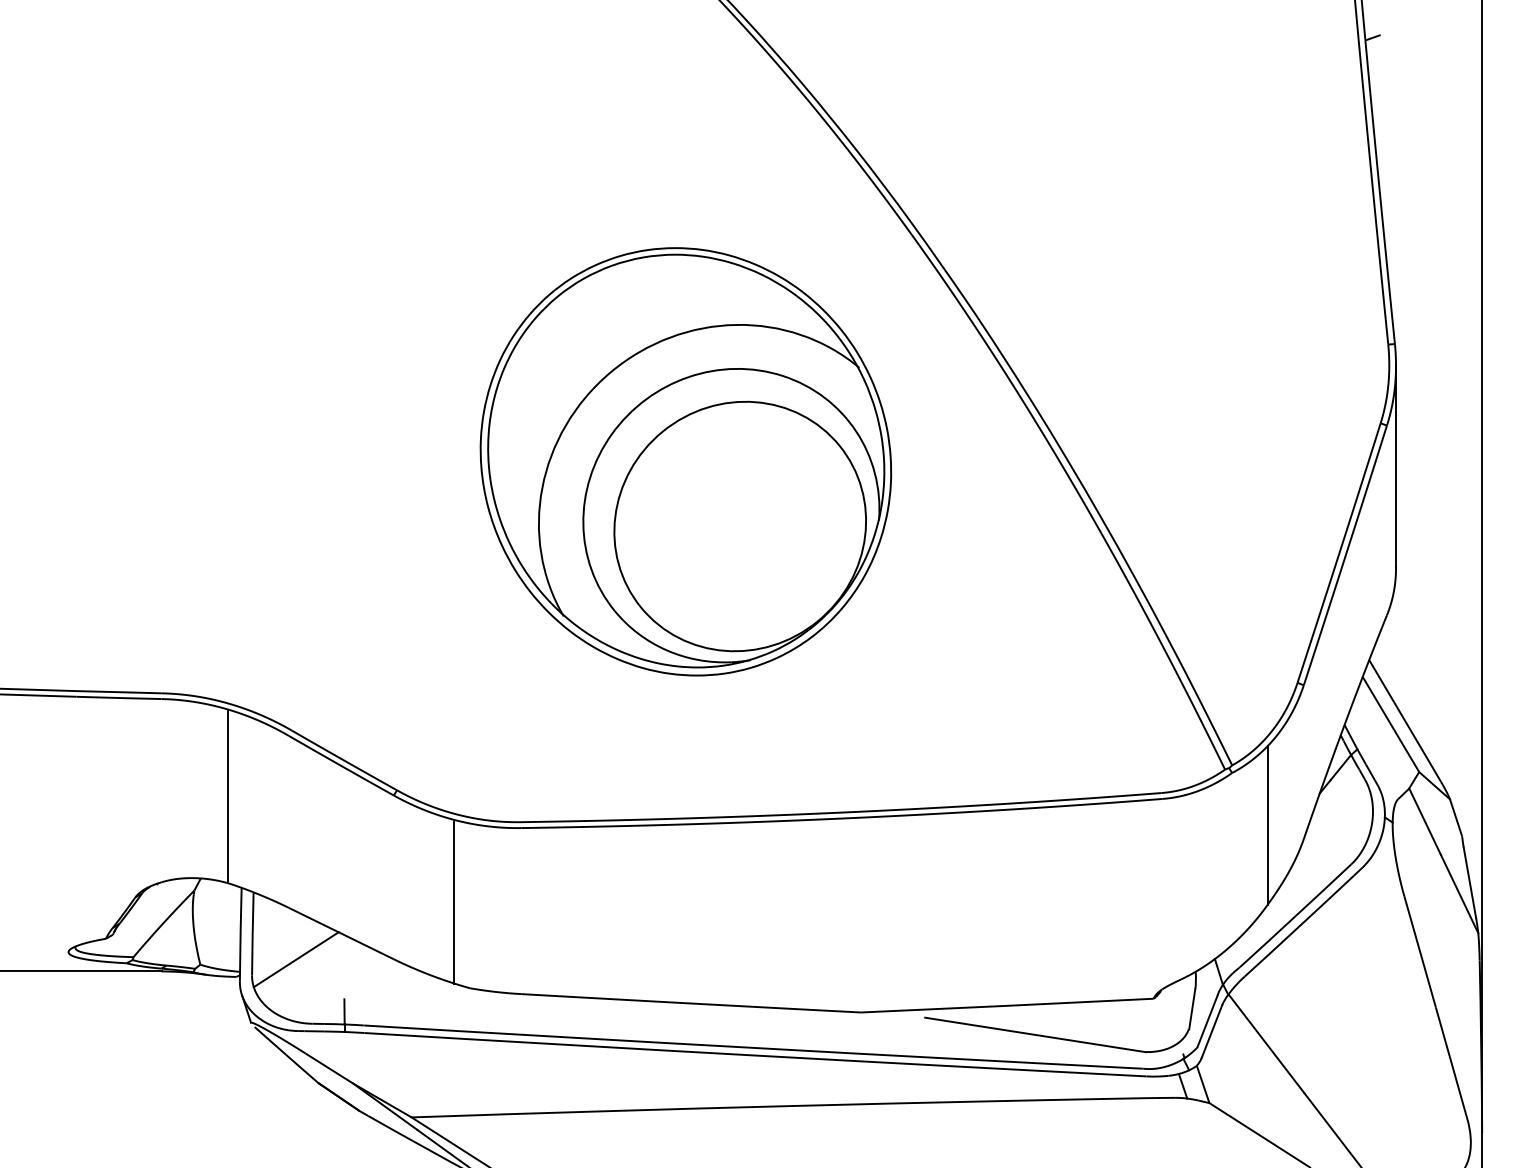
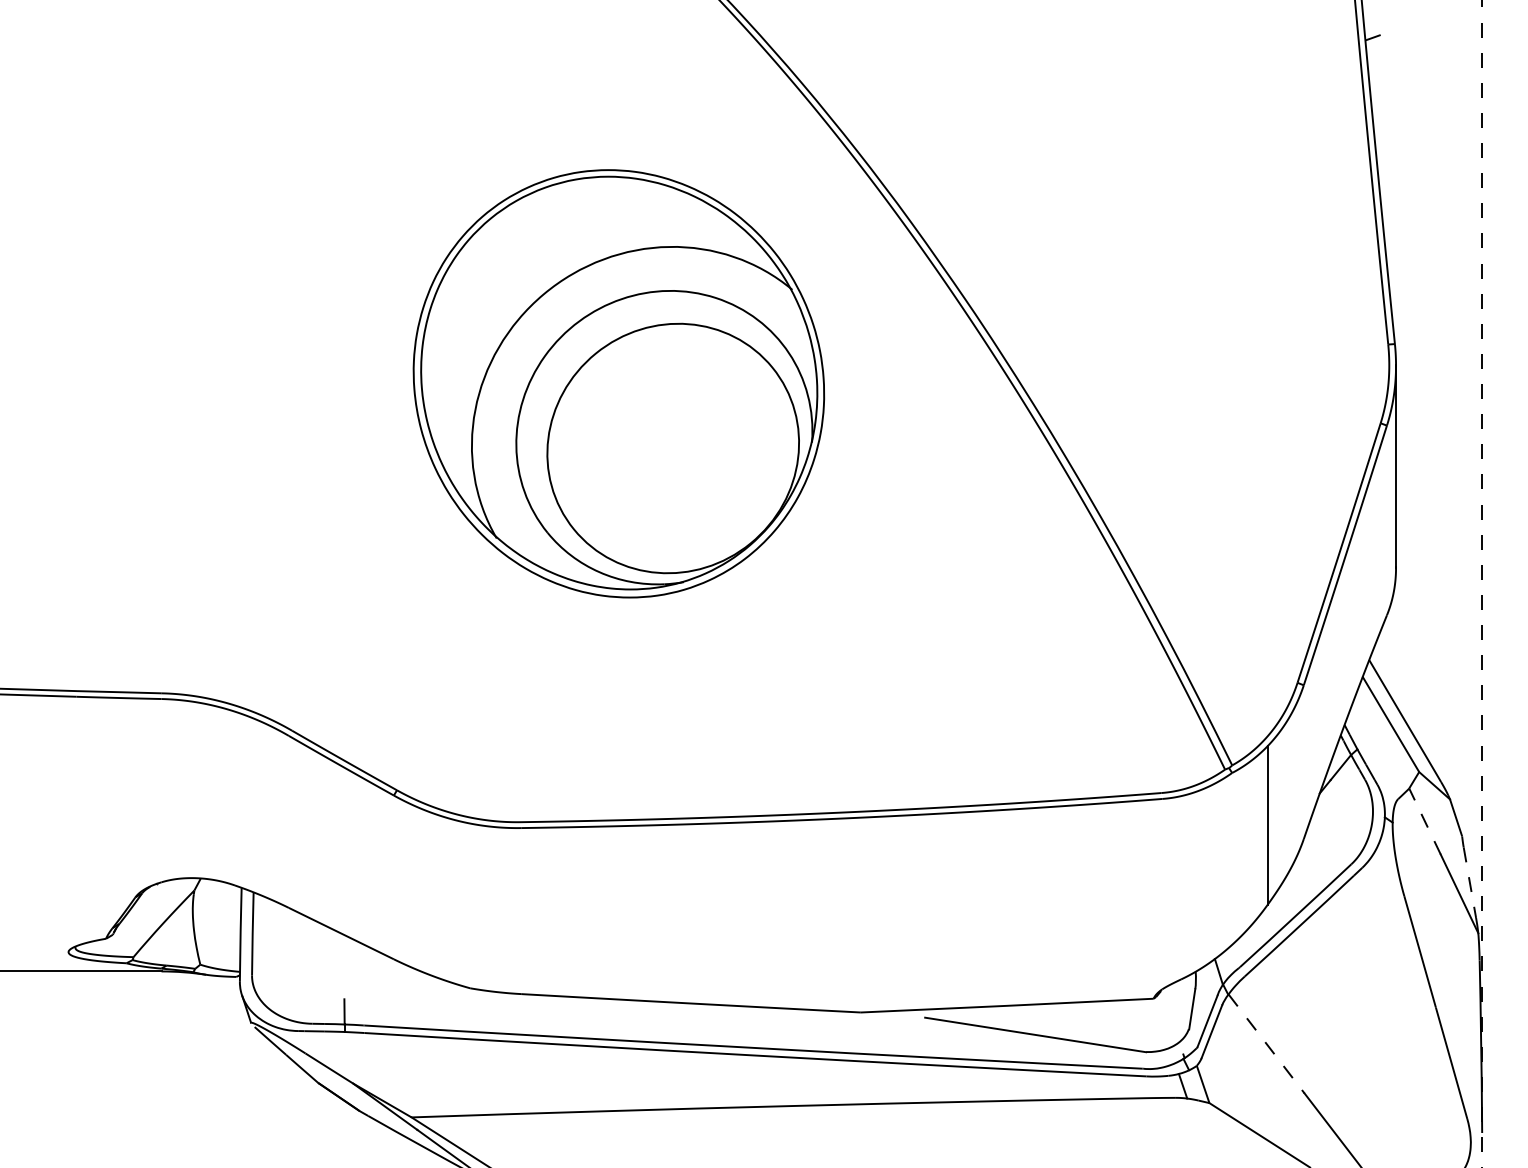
part at (685, 461) position: (685, 461) -> (618, 383)
line at (1482, 584): solid -> dashed
line at (228, 796): present -> none
line at (1425, 821): solid -> dashed
line at (1469, 882): solid -> dashed
line at (454, 901): present -> none
line at (295, 959): present -> none
line at (1266, 1044): solid -> dashed
